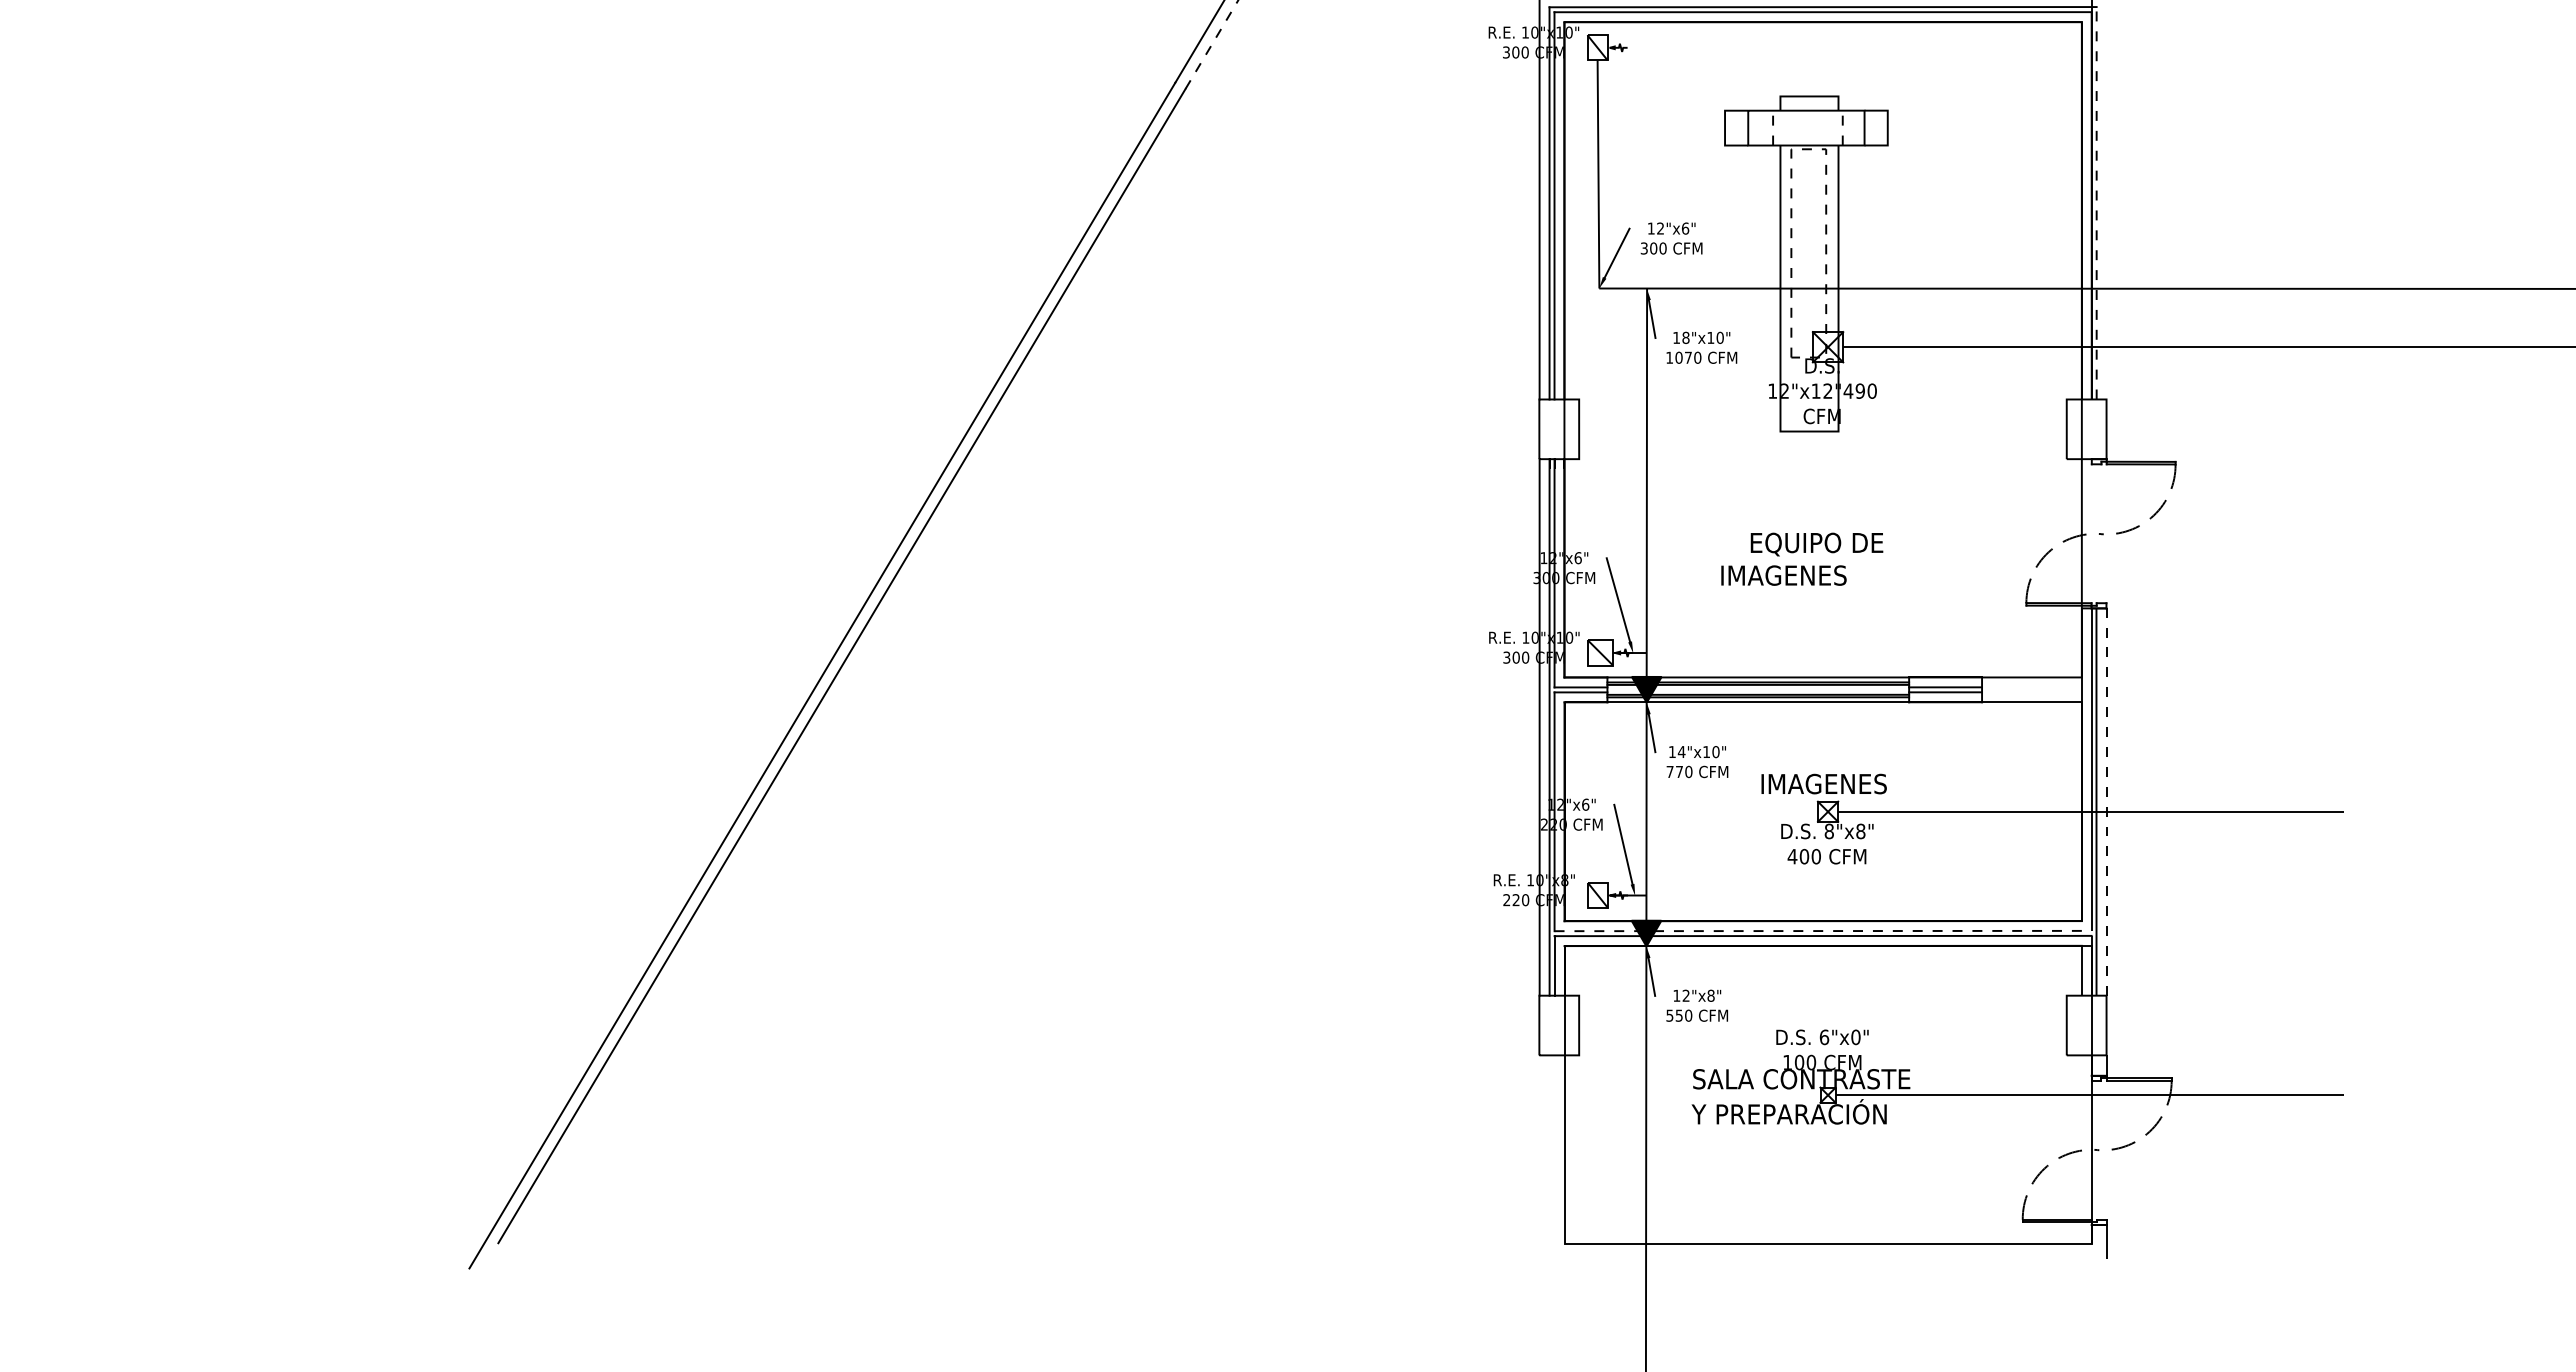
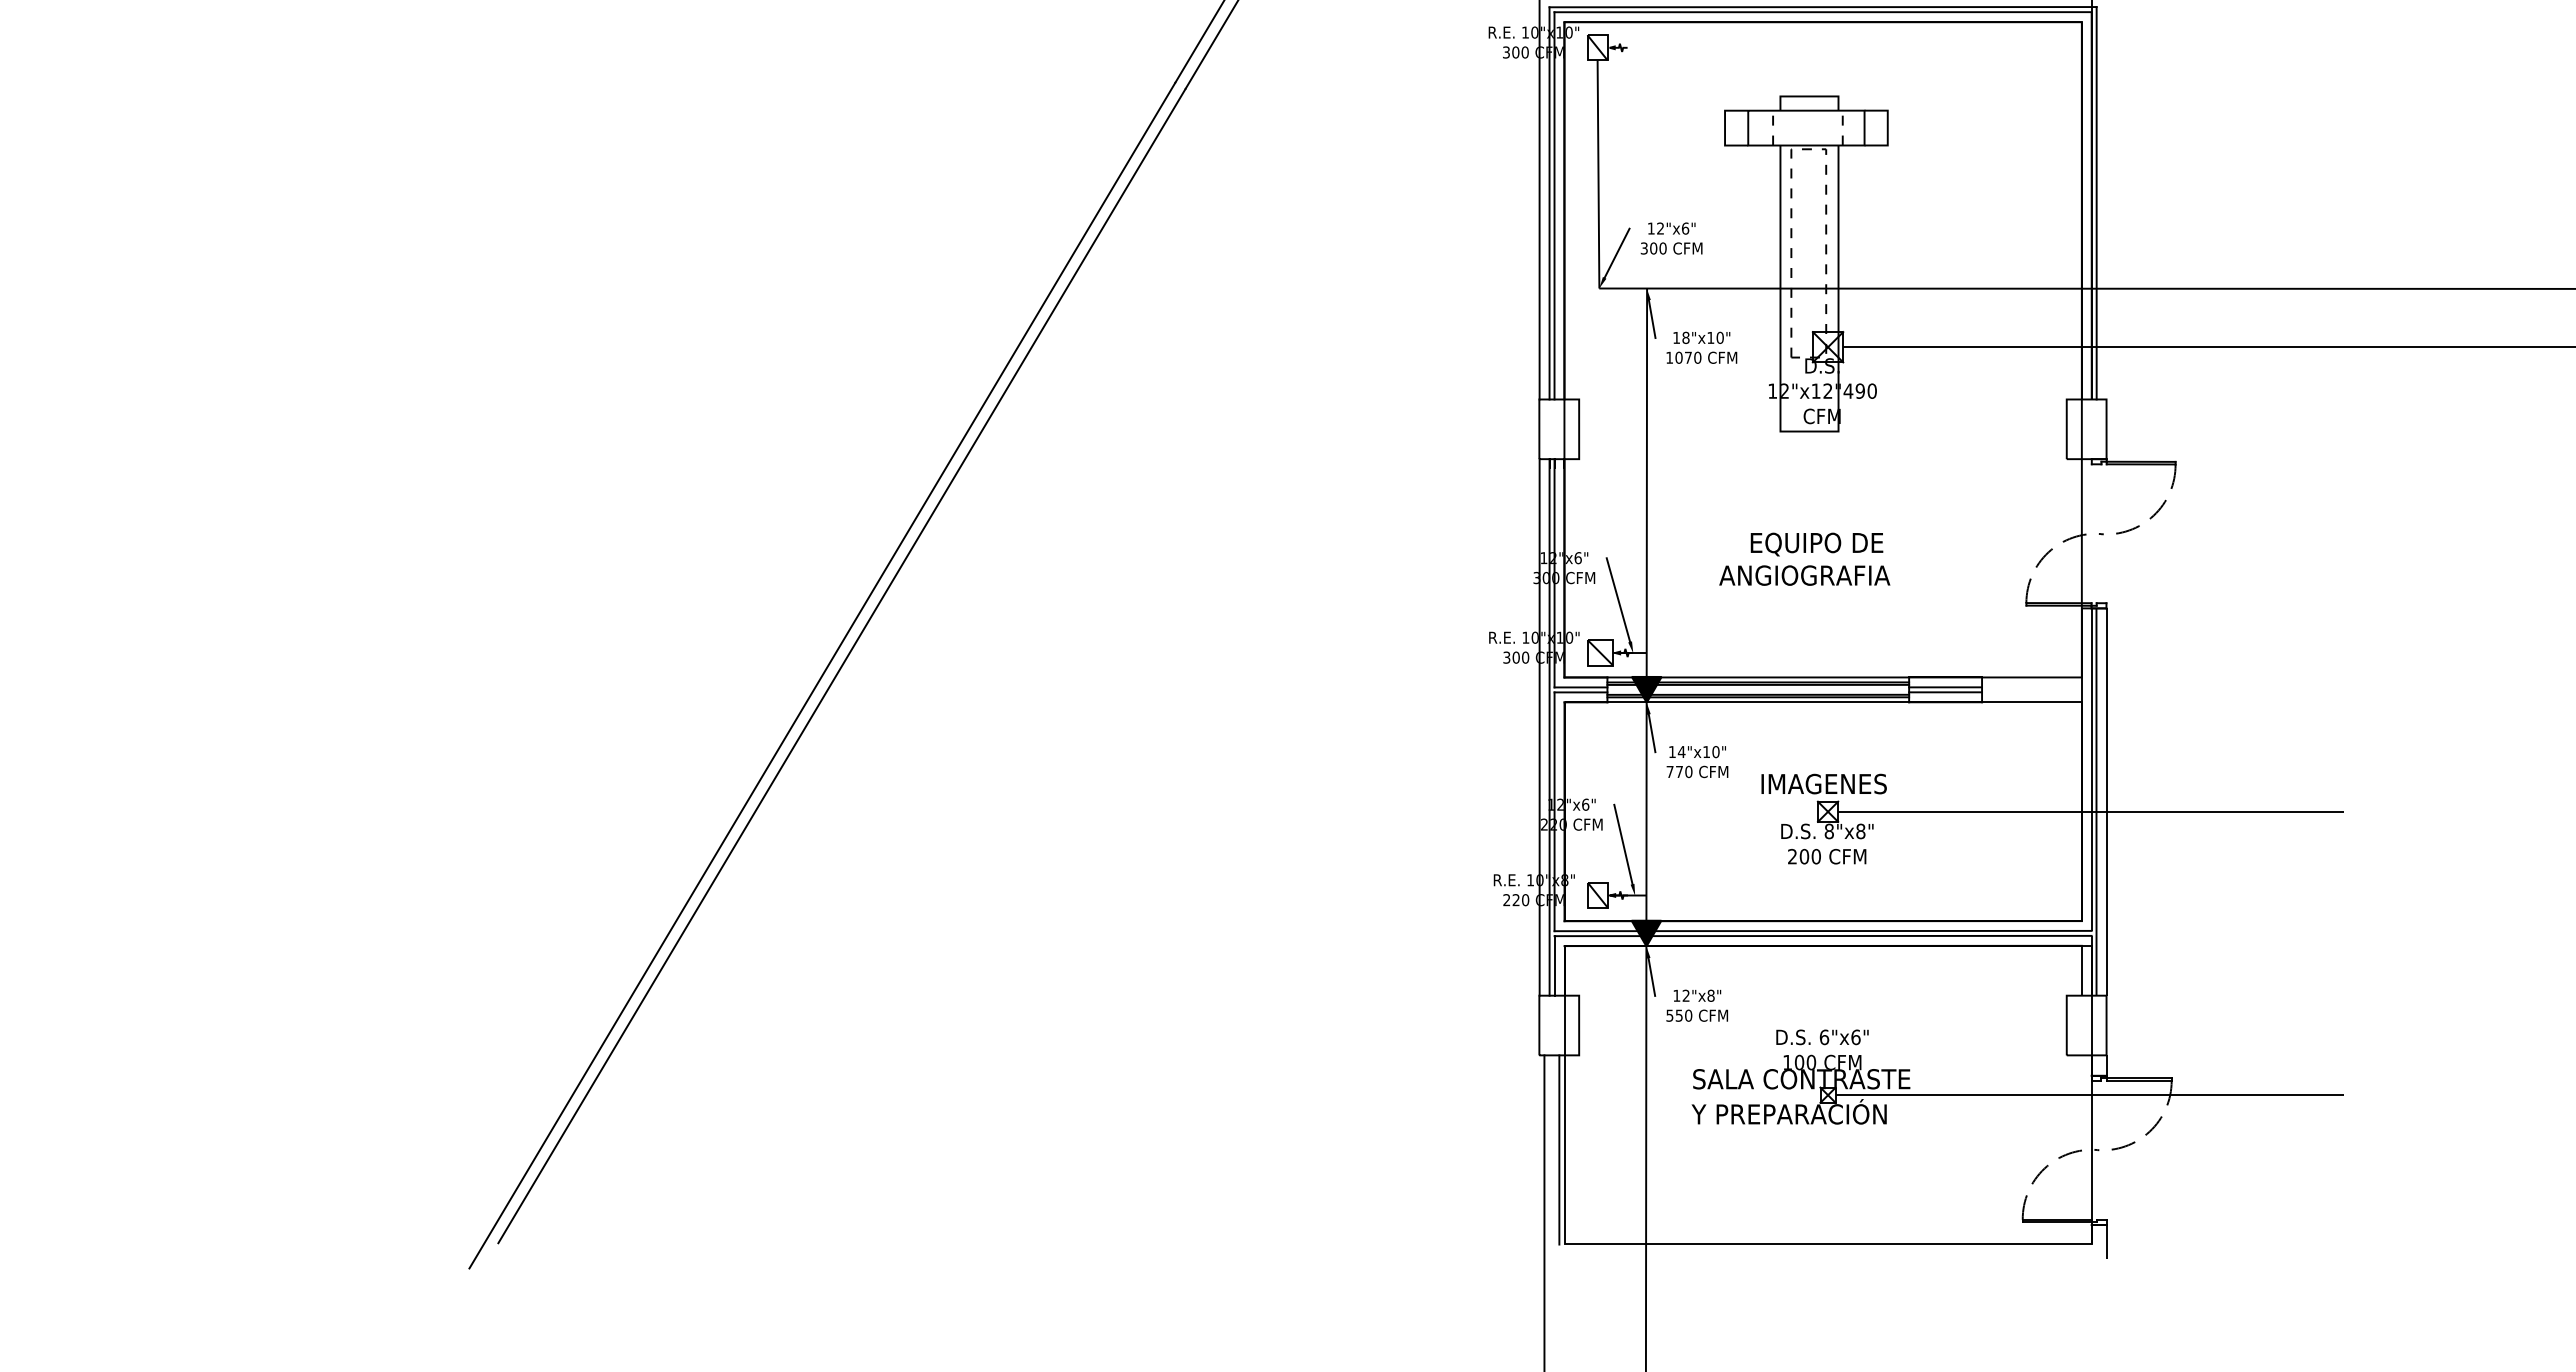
line at (1212, 44): dashed -> solid
line at (2096, 202): dashed -> solid
text at (1804, 575): IMAGENES -> ANGIOGRAFIA
line at (2106, 802): dashed -> solid
text at (1792, 856): 400 -> 200
line at (1823, 931): dashed -> solid
text at (1855, 1036): 6"x0" -> 6"x6"
line at (1559, 1149): none -> present
line at (1544, 1211): none -> present
